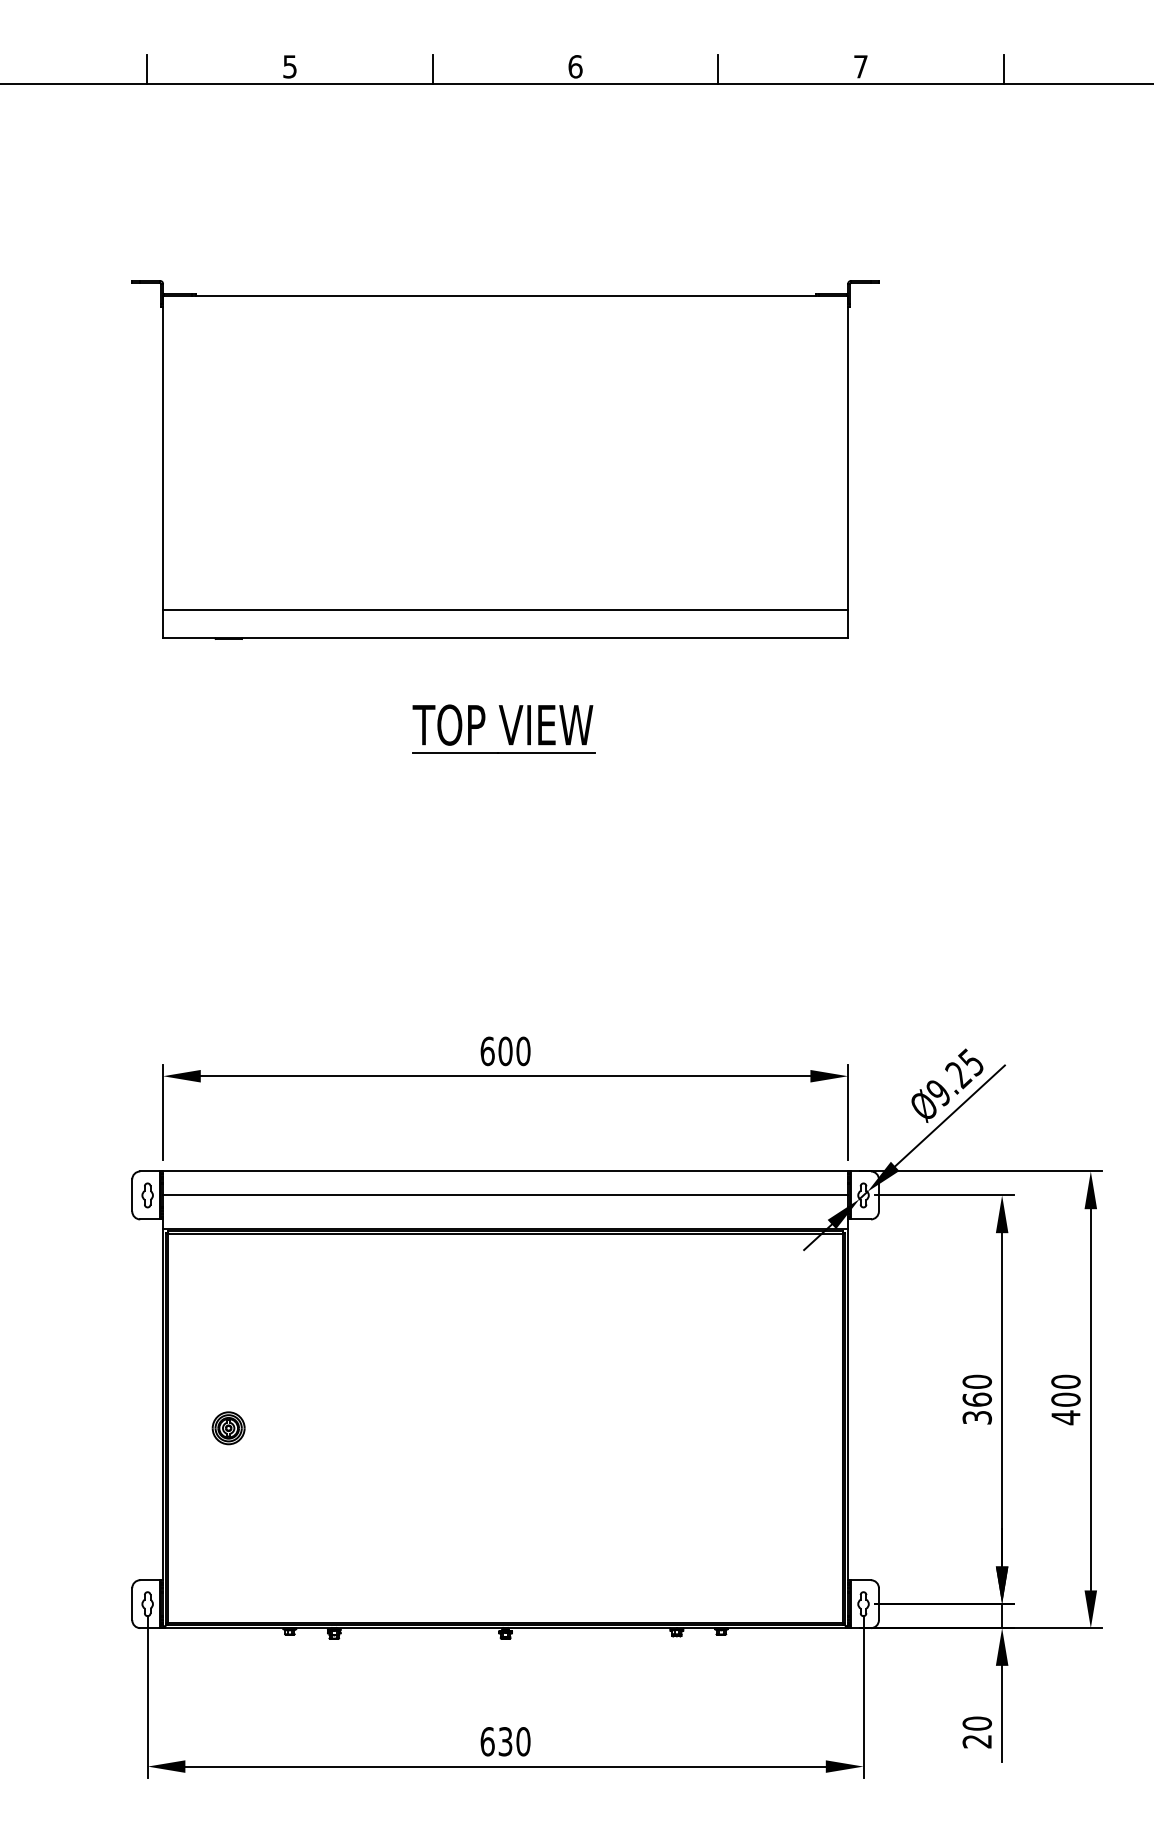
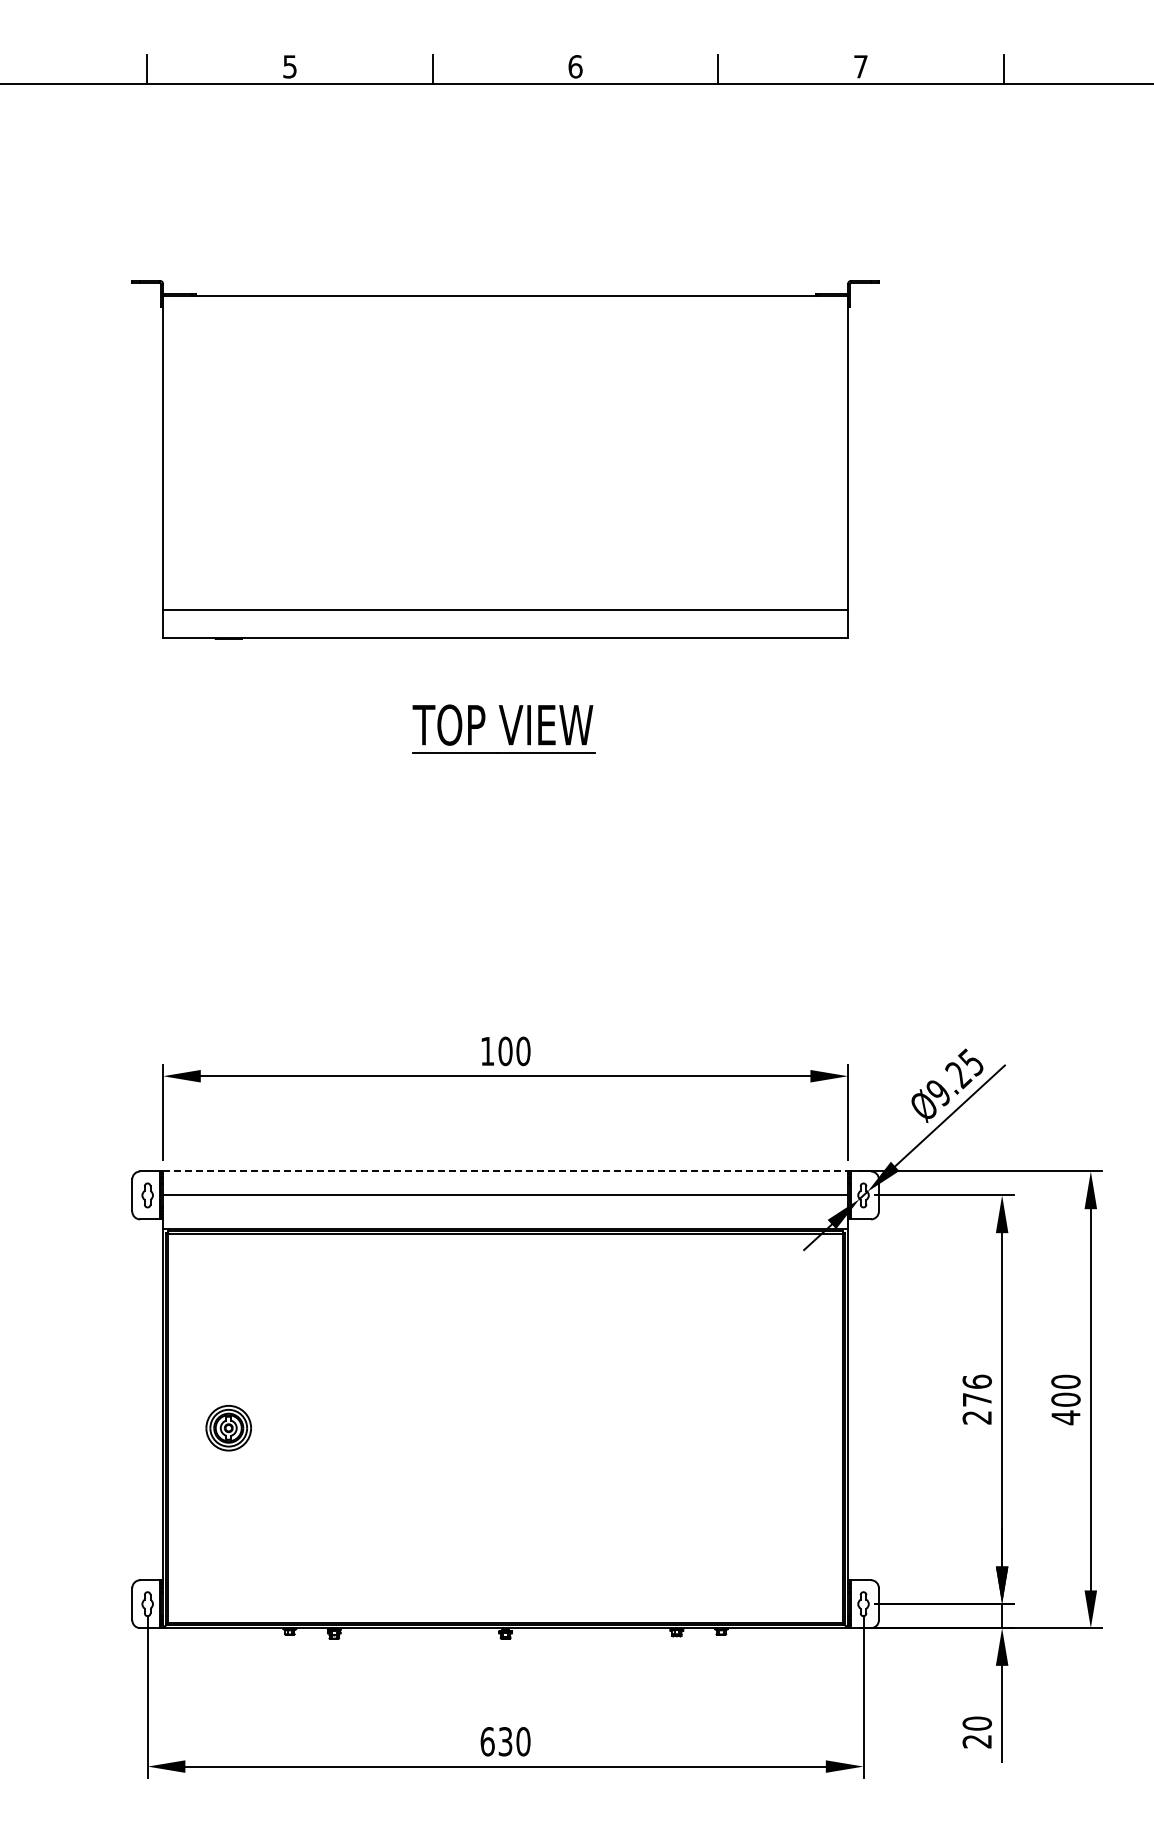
text at (487, 1051): 600 -> 100
line at (505, 1171): solid -> dashed
text at (977, 1399): 360 -> 276
part at (228, 1428) size: 35x35 px -> 47x47 px
